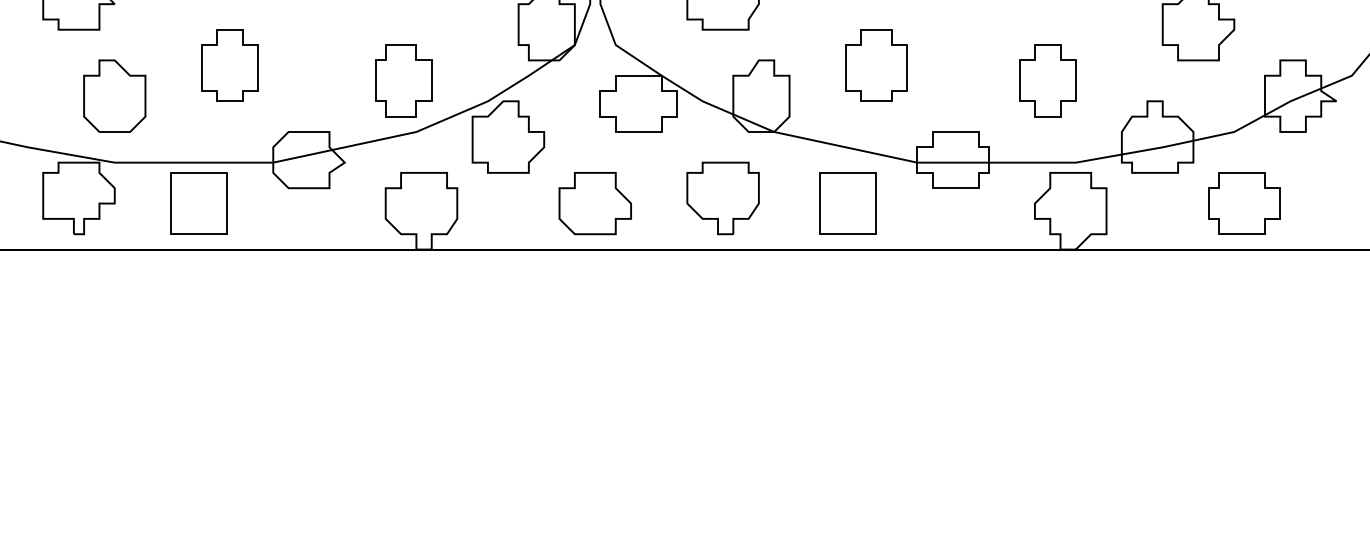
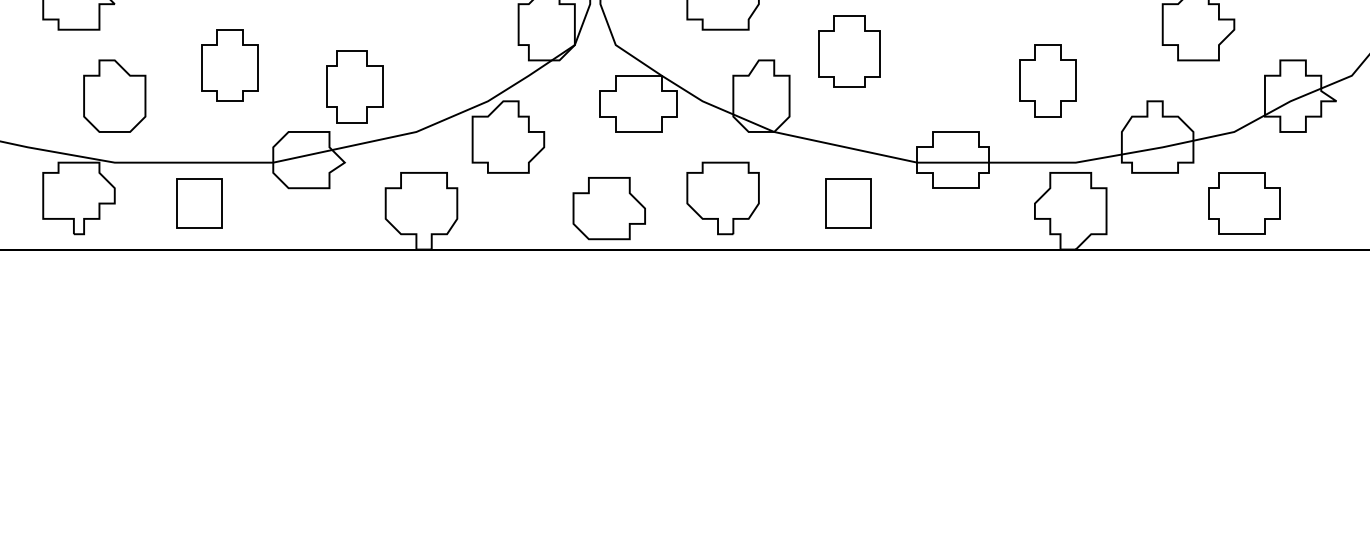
part at (876, 65) position: (876, 65) -> (849, 51)
part at (403, 80) position: (403, 80) -> (354, 86)
part at (198, 203) size: 58x63 px -> 47x51 px
part at (594, 203) position: (594, 203) -> (608, 208)
part at (847, 203) size: 58x63 px -> 47x51 px
